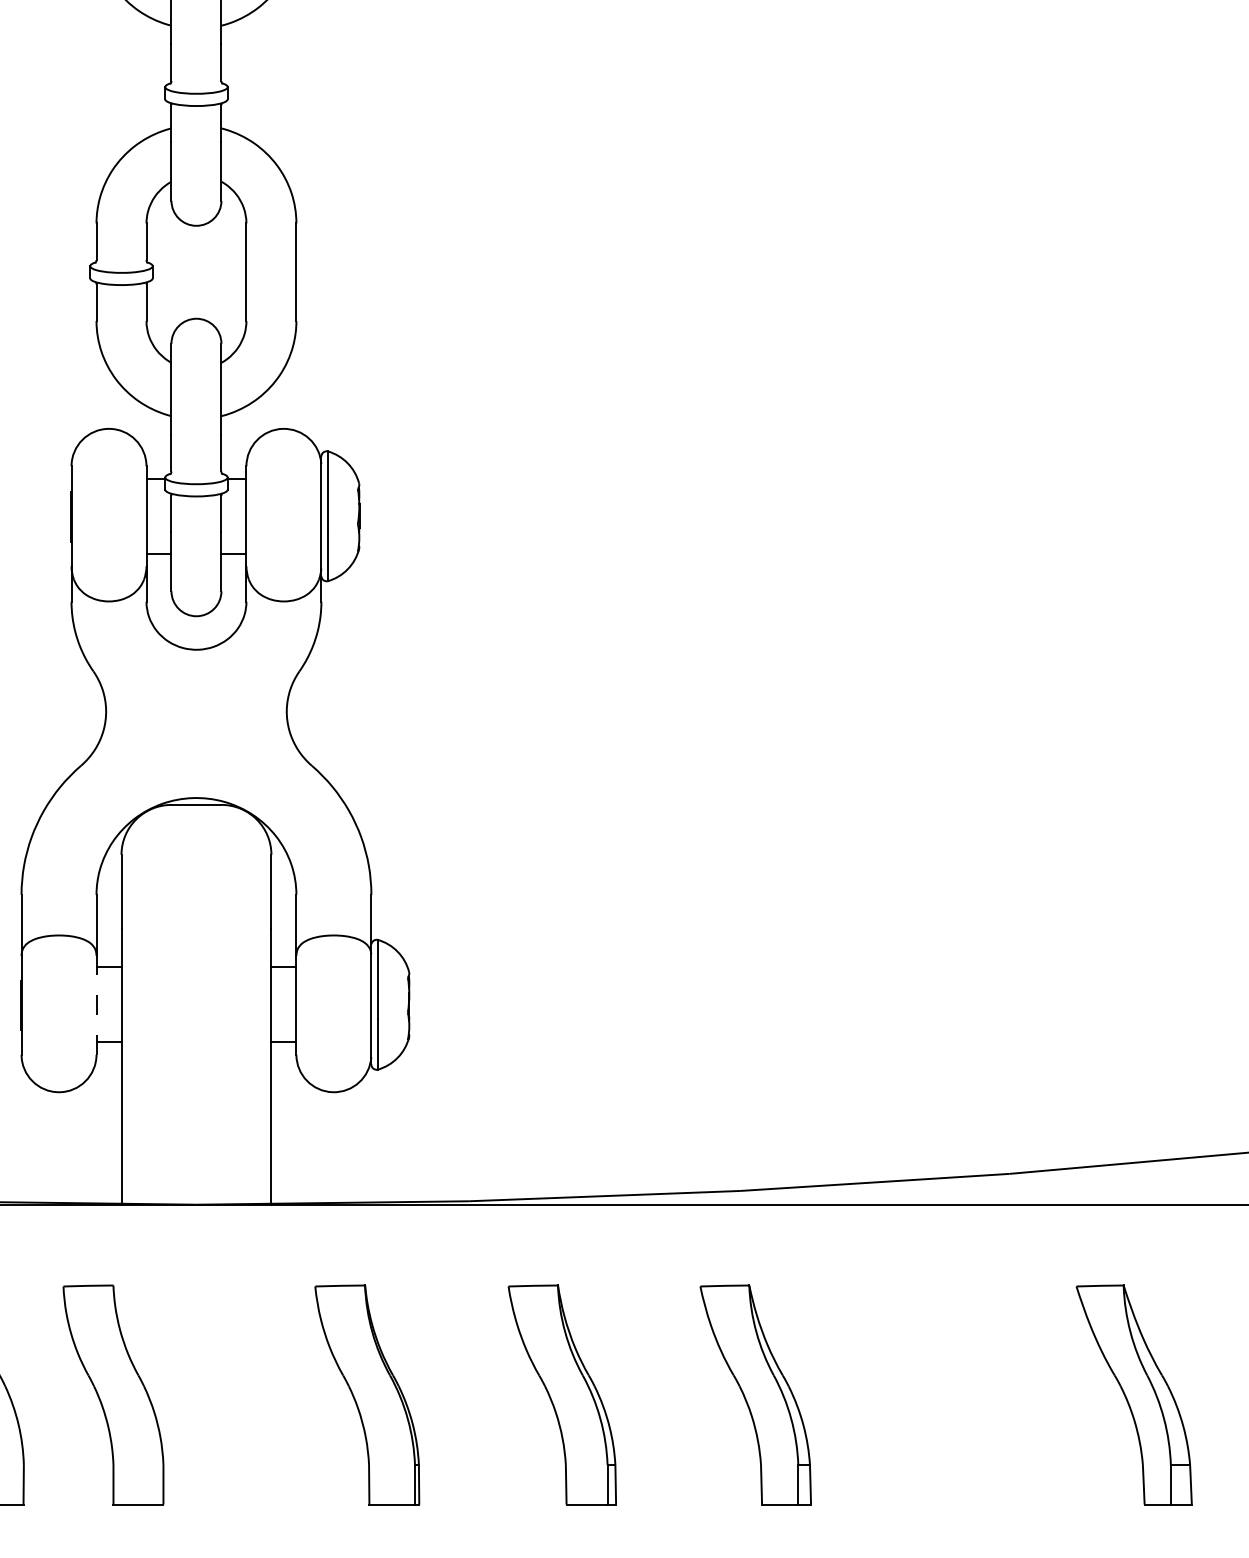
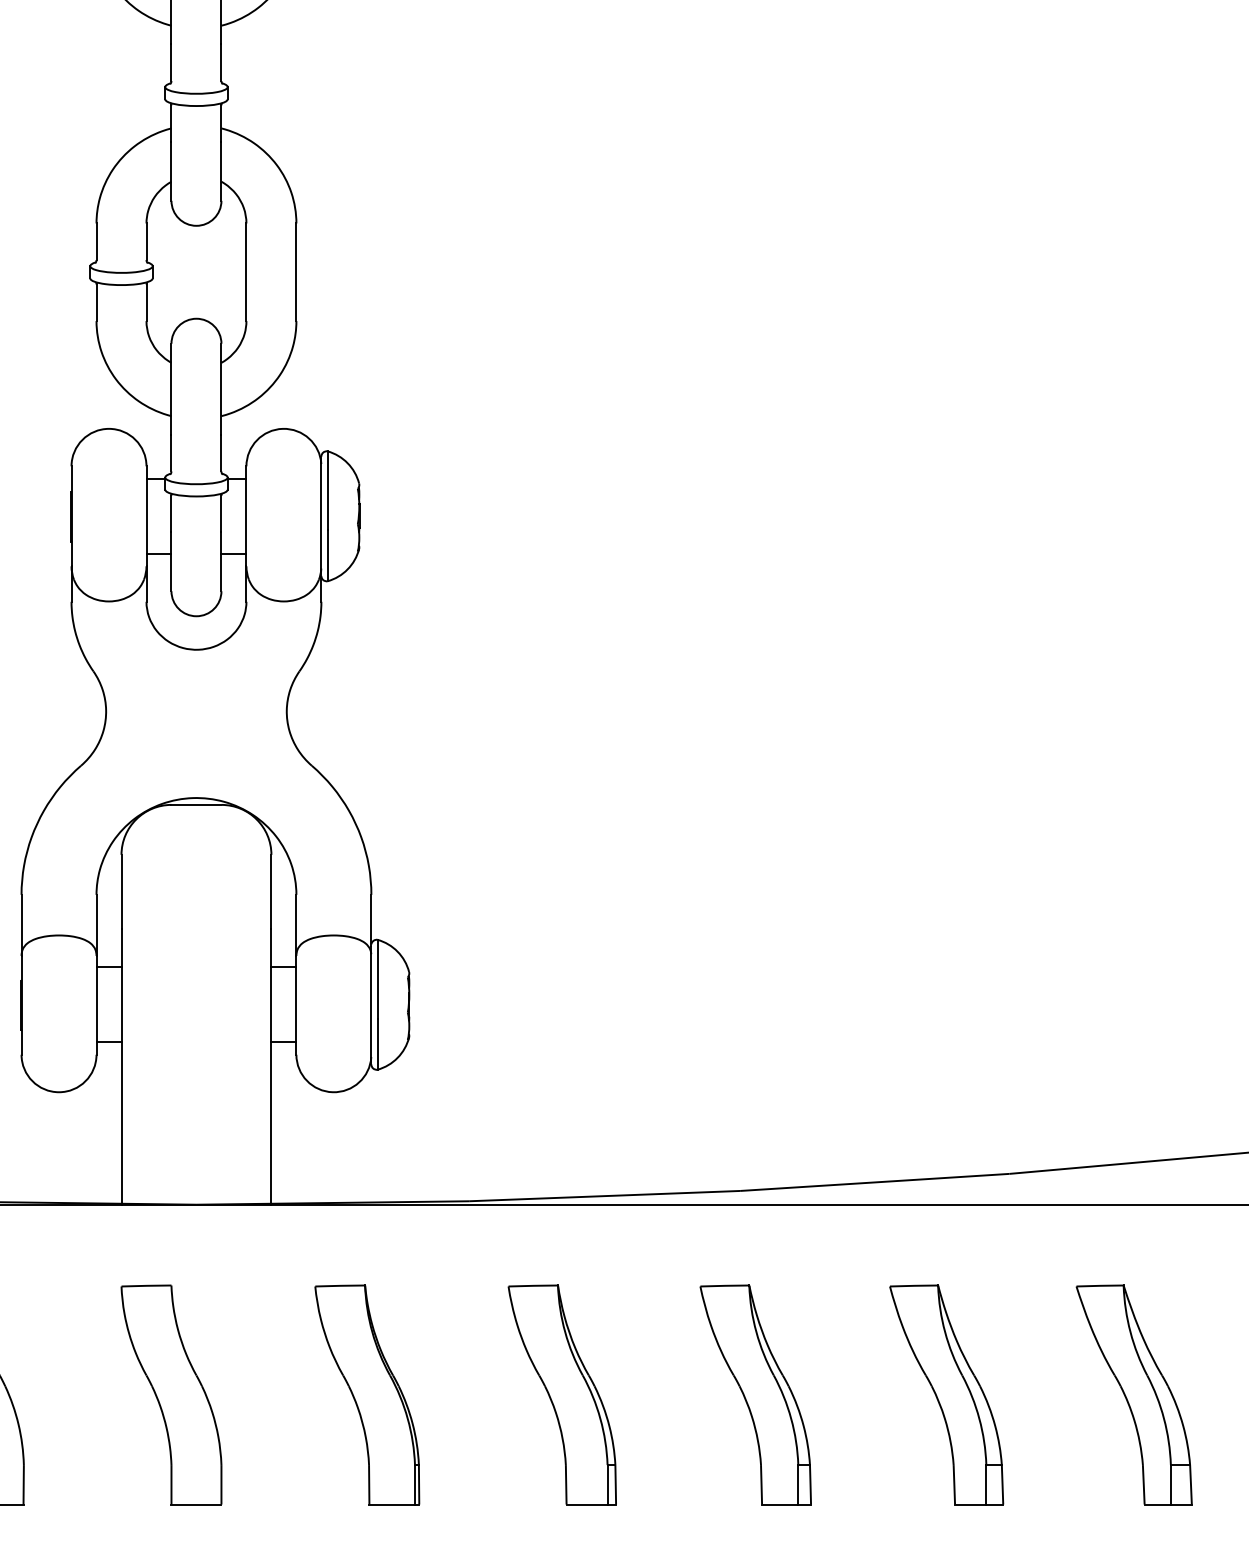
line at (96, 1004): dashed -> solid
part at (113, 1394) position: (113, 1394) -> (171, 1394)
part at (946, 1394): none -> present
